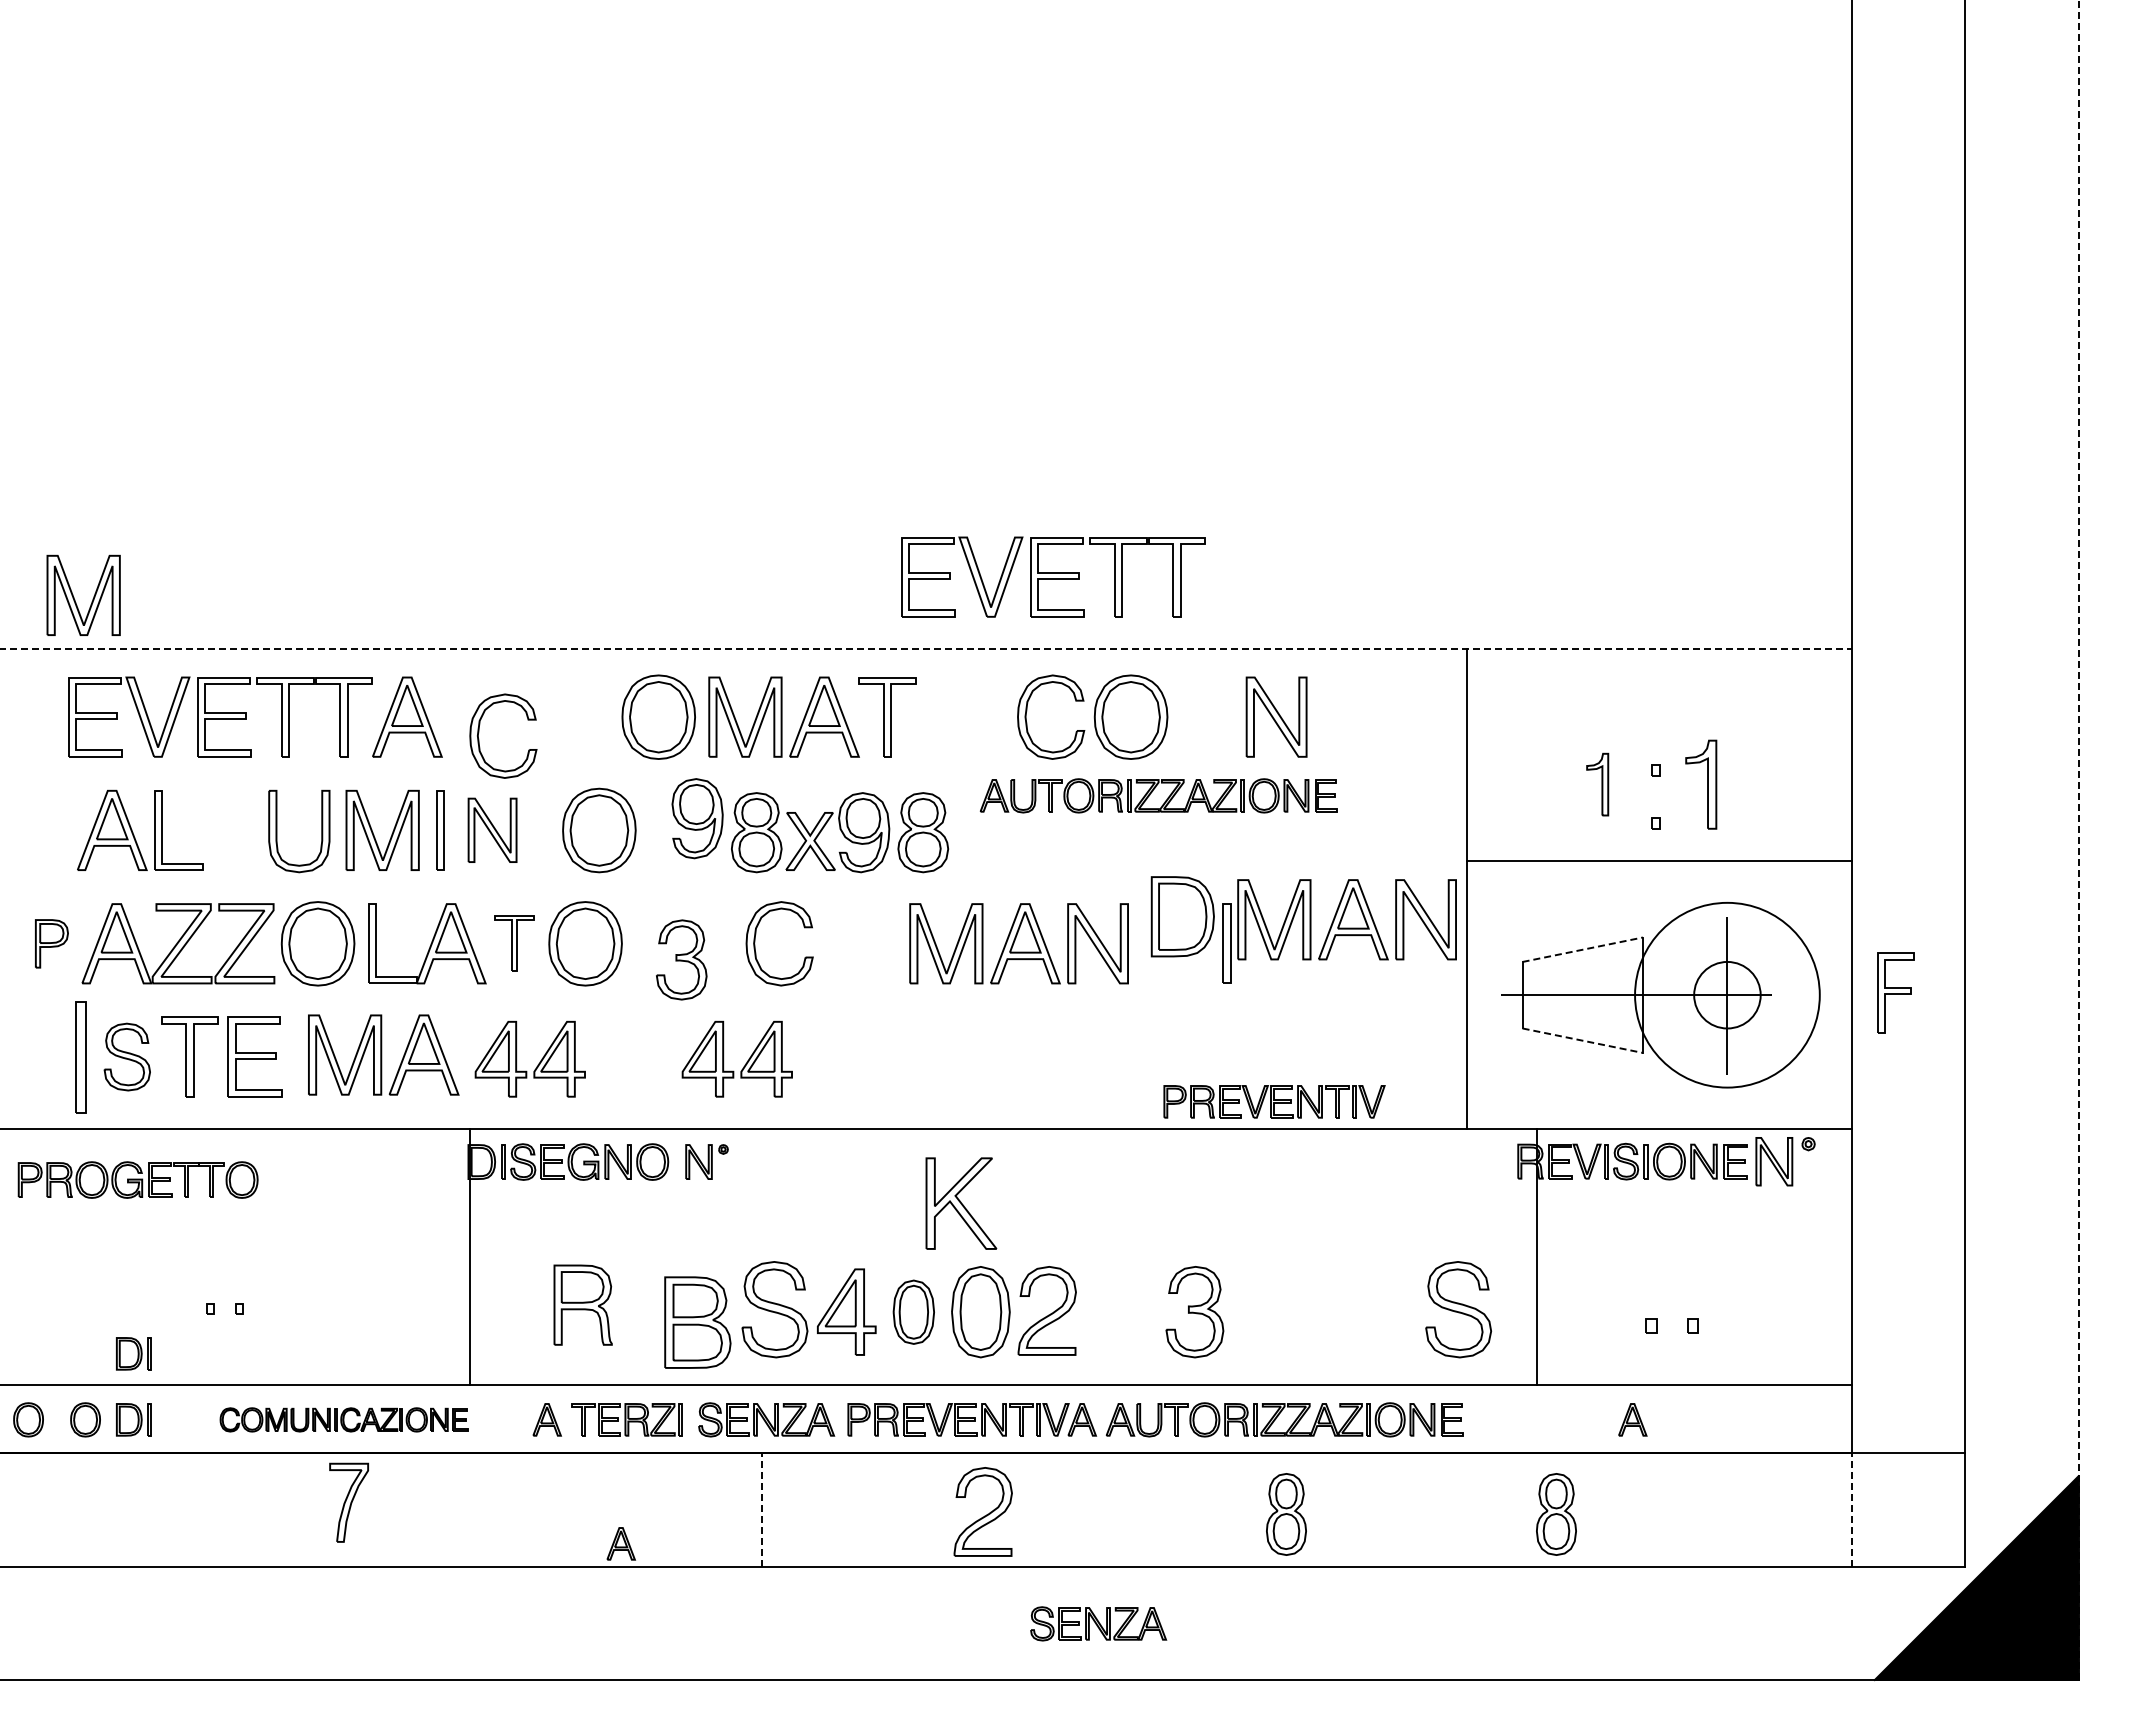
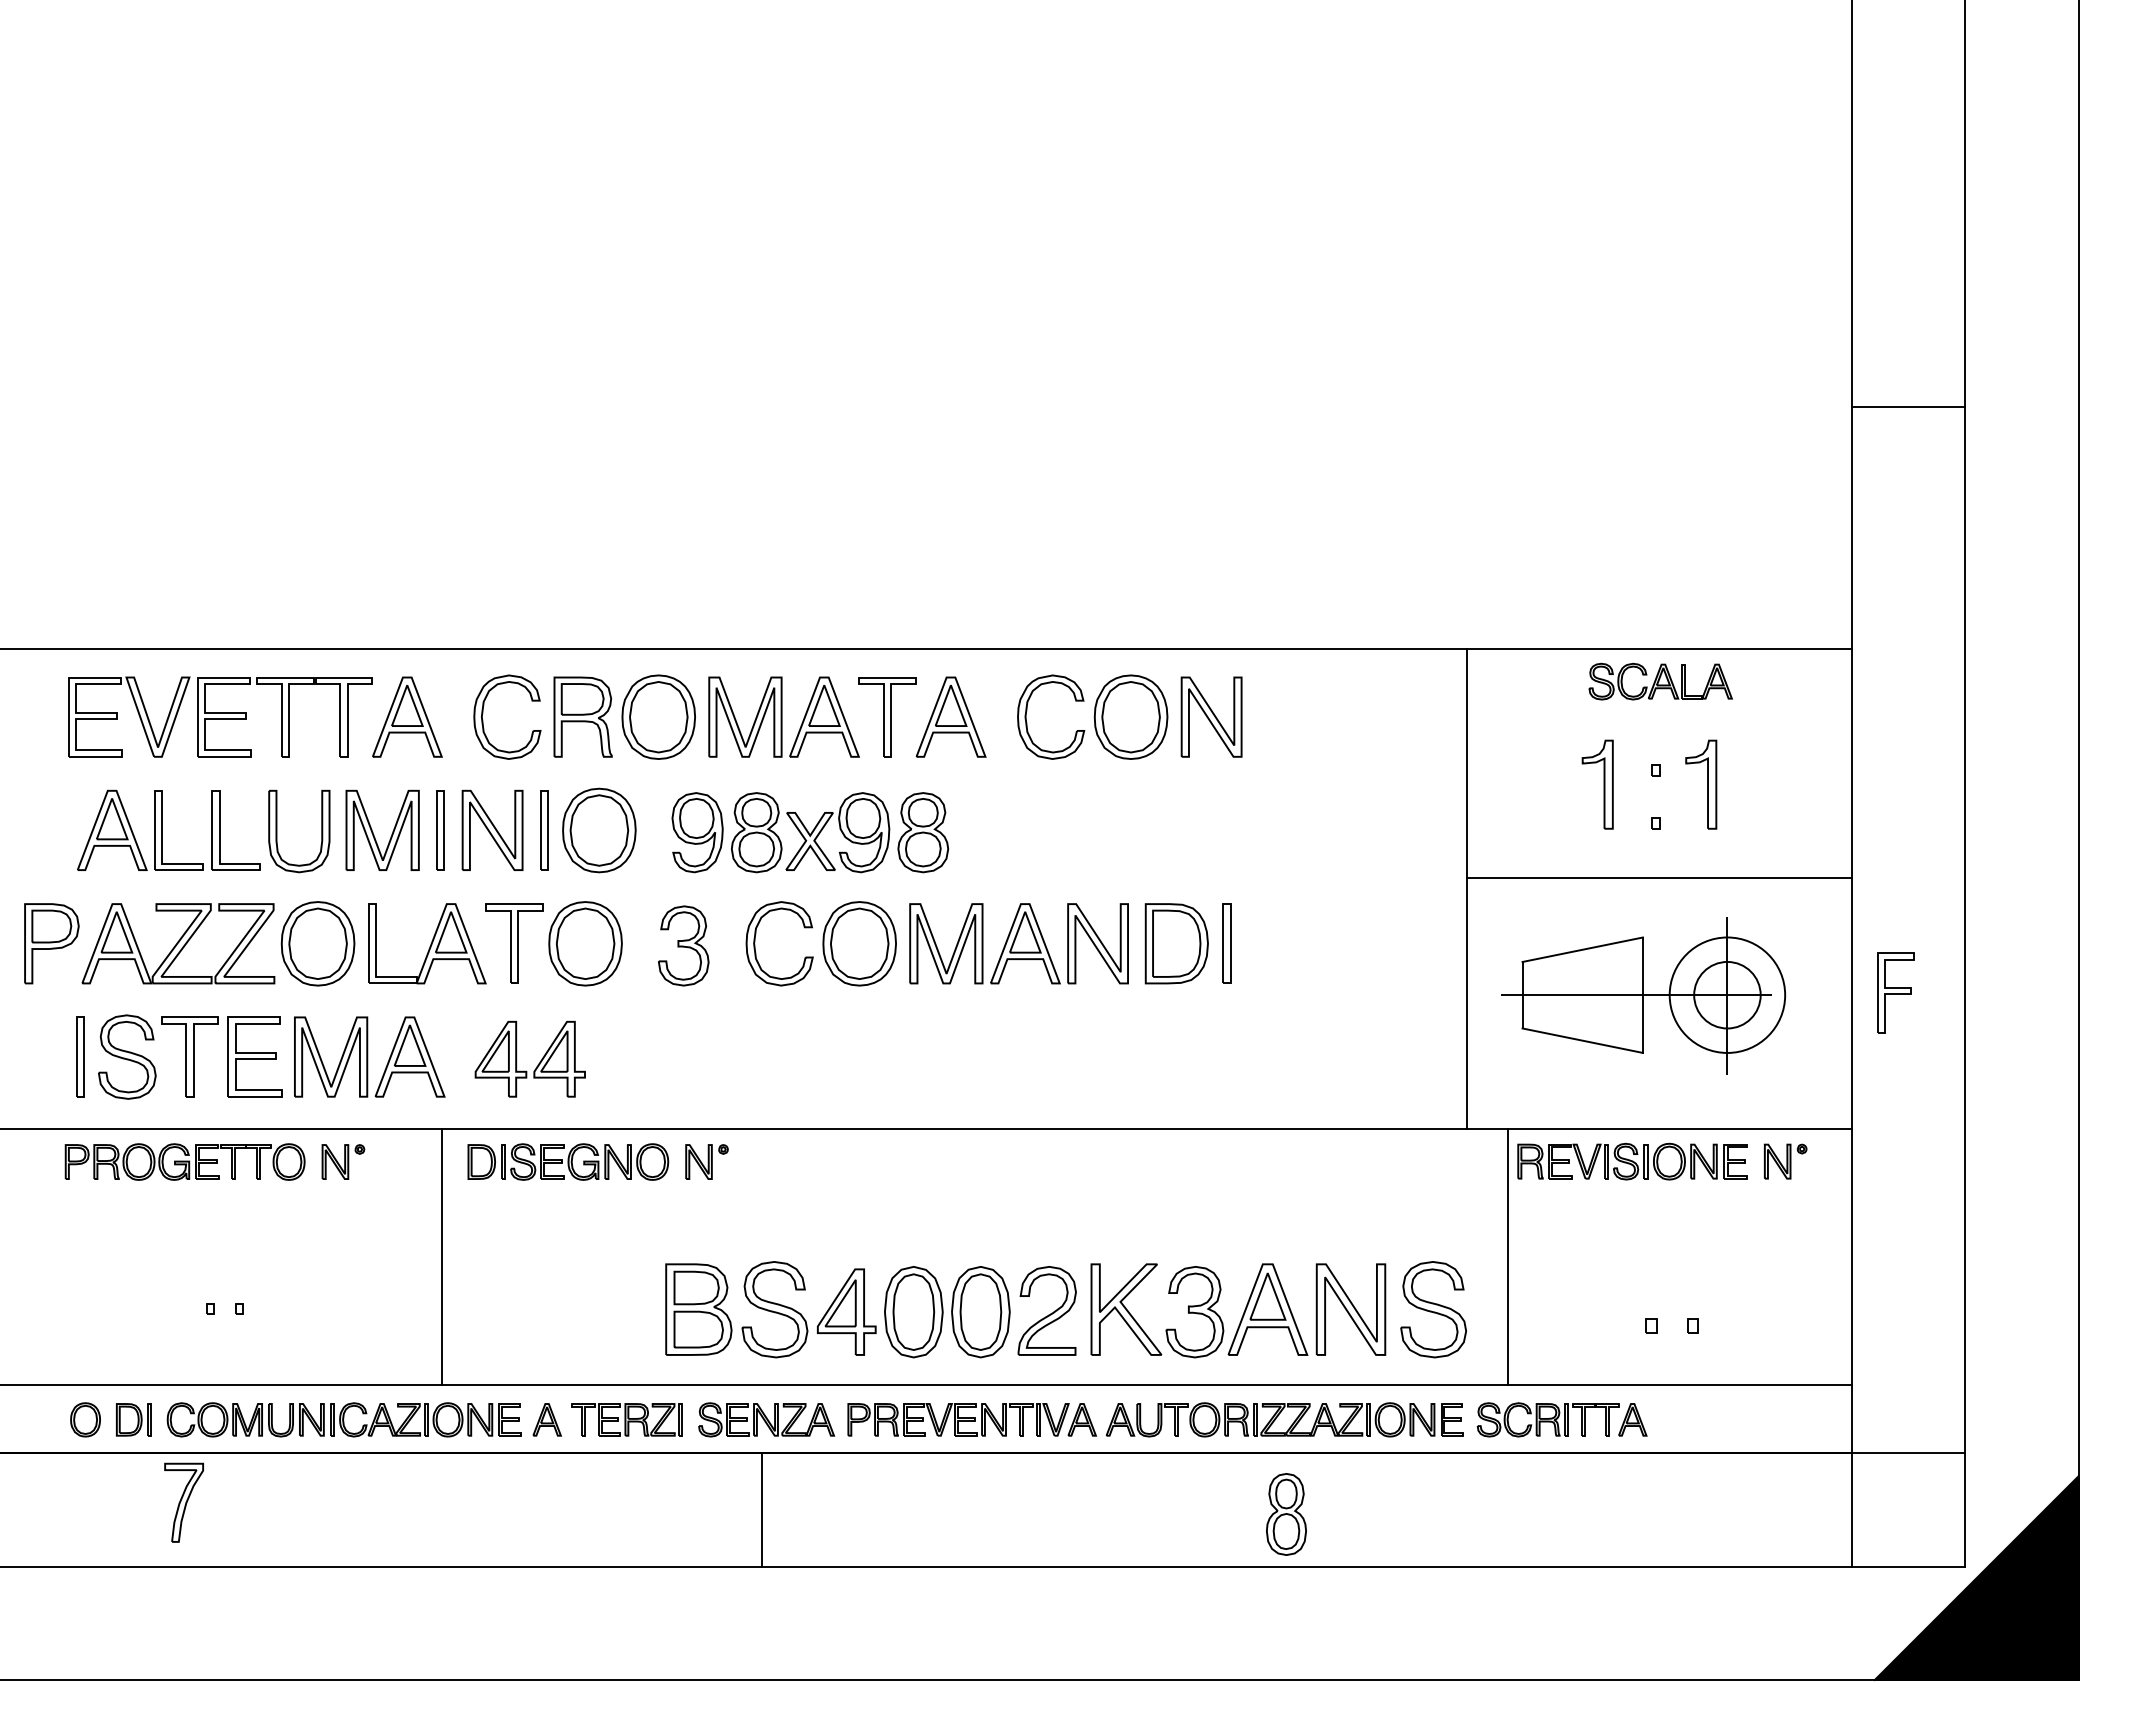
line at (1908, 407): none -> present
part at (1053, 576): present -> none
part at (75, 599): present -> none
line at (926, 649): dashed -> solid
part at (1660, 681): none -> present
part at (950, 716): none -> present
part at (1276, 716) position: (1276, 716) -> (1211, 716)
part at (479, 732) position: (479, 732) -> (483, 713)
part at (1597, 784) size: 24x65 px -> 33x91 px
part at (1153, 791): present -> none
part at (697, 818) position: (697, 818) -> (697, 832)
part at (492, 829) size: 51x66 px -> 63x82 px
part at (220, 830): none -> present
part at (544, 830): none -> present
line at (2078, 839): dashed -> solid
line at (1659, 861) position: (1659, 861) -> (1659, 878)
part at (1182, 916) position: (1182, 916) -> (1176, 943)
part at (1346, 919): present -> none
part at (51, 943) size: 34x50 px -> 56x82 px
part at (514, 943) size: 41x57 px -> 59x81 px
part at (859, 943): none -> present
line at (1583, 949): dashed -> solid
part at (681, 959) position: (681, 959) -> (683, 945)
circle at (1727, 994) diameter: 185 px -> 115 px
line at (1583, 1040): dashed -> solid
part at (383, 1054) position: (383, 1054) -> (369, 1056)
part at (126, 1056) size: 48x70 px -> 59x86 px
part at (80, 1057) size: 12x113 px -> 9x82 px
part at (745, 1063): present -> none
part at (1274, 1101): present -> none
part at (343, 1161): none -> present
part at (1785, 1161) size: 61x50 px -> 44x37 px
part at (137, 1179) position: (137, 1179) -> (184, 1161)
part at (961, 1203) position: (961, 1203) -> (1126, 1309)
line at (470, 1257) position: (470, 1257) -> (442, 1257)
line at (1536, 1257) position: (1536, 1257) -> (1507, 1257)
part at (582, 1304) position: (582, 1304) -> (582, 716)
part at (1315, 1309): none -> present
part at (1458, 1309) position: (1458, 1309) -> (1433, 1309)
part at (913, 1311) size: 43x66 px -> 60x93 px
part at (697, 1322) position: (697, 1322) -> (698, 1309)
part at (133, 1353): present -> none
part at (28, 1419): present -> none
part at (343, 1419) size: 250x26 px -> 356x36 px
part at (1547, 1419): none -> present
part at (348, 1502) position: (348, 1502) -> (183, 1502)
line at (761, 1510): dashed -> solid
line at (1852, 1510): dashed -> solid
part at (982, 1511): present -> none
part at (1556, 1514): present -> none
part at (620, 1543): present -> none
part at (1098, 1623): present -> none
